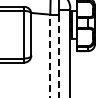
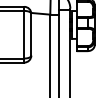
line at (50, 56): dashed -> solid
line at (59, 56): dashed -> solid
